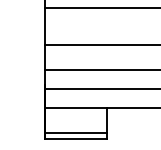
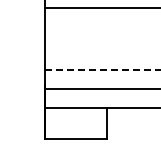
line at (100, 45): present -> none
line at (102, 70): solid -> dashed
line at (76, 132): present -> none
